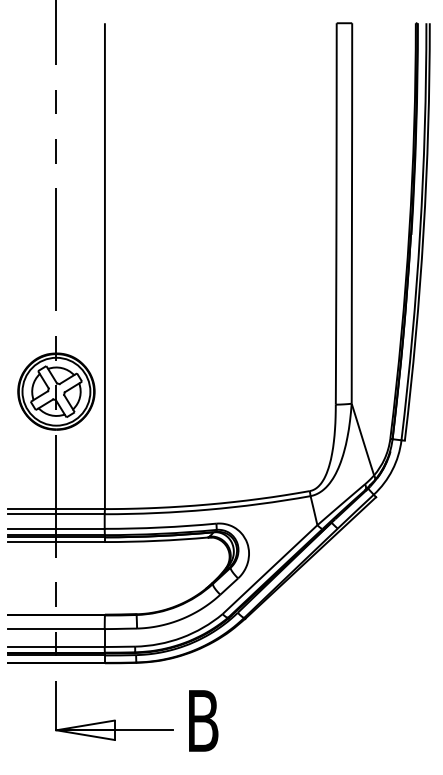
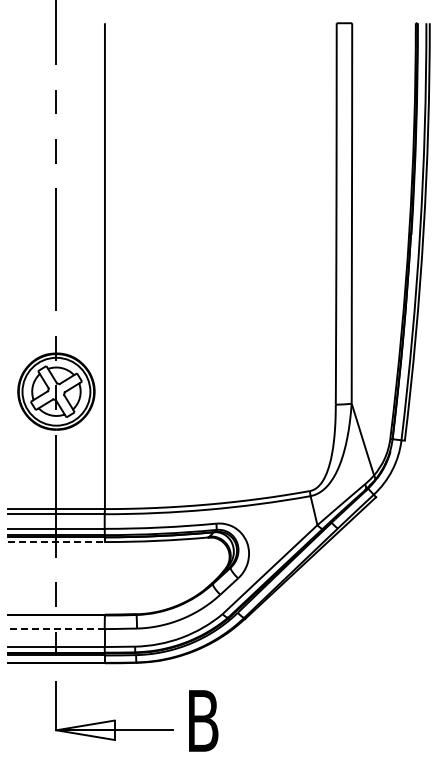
line at (56, 542): solid -> dashed
line at (55, 629): solid -> dashed
